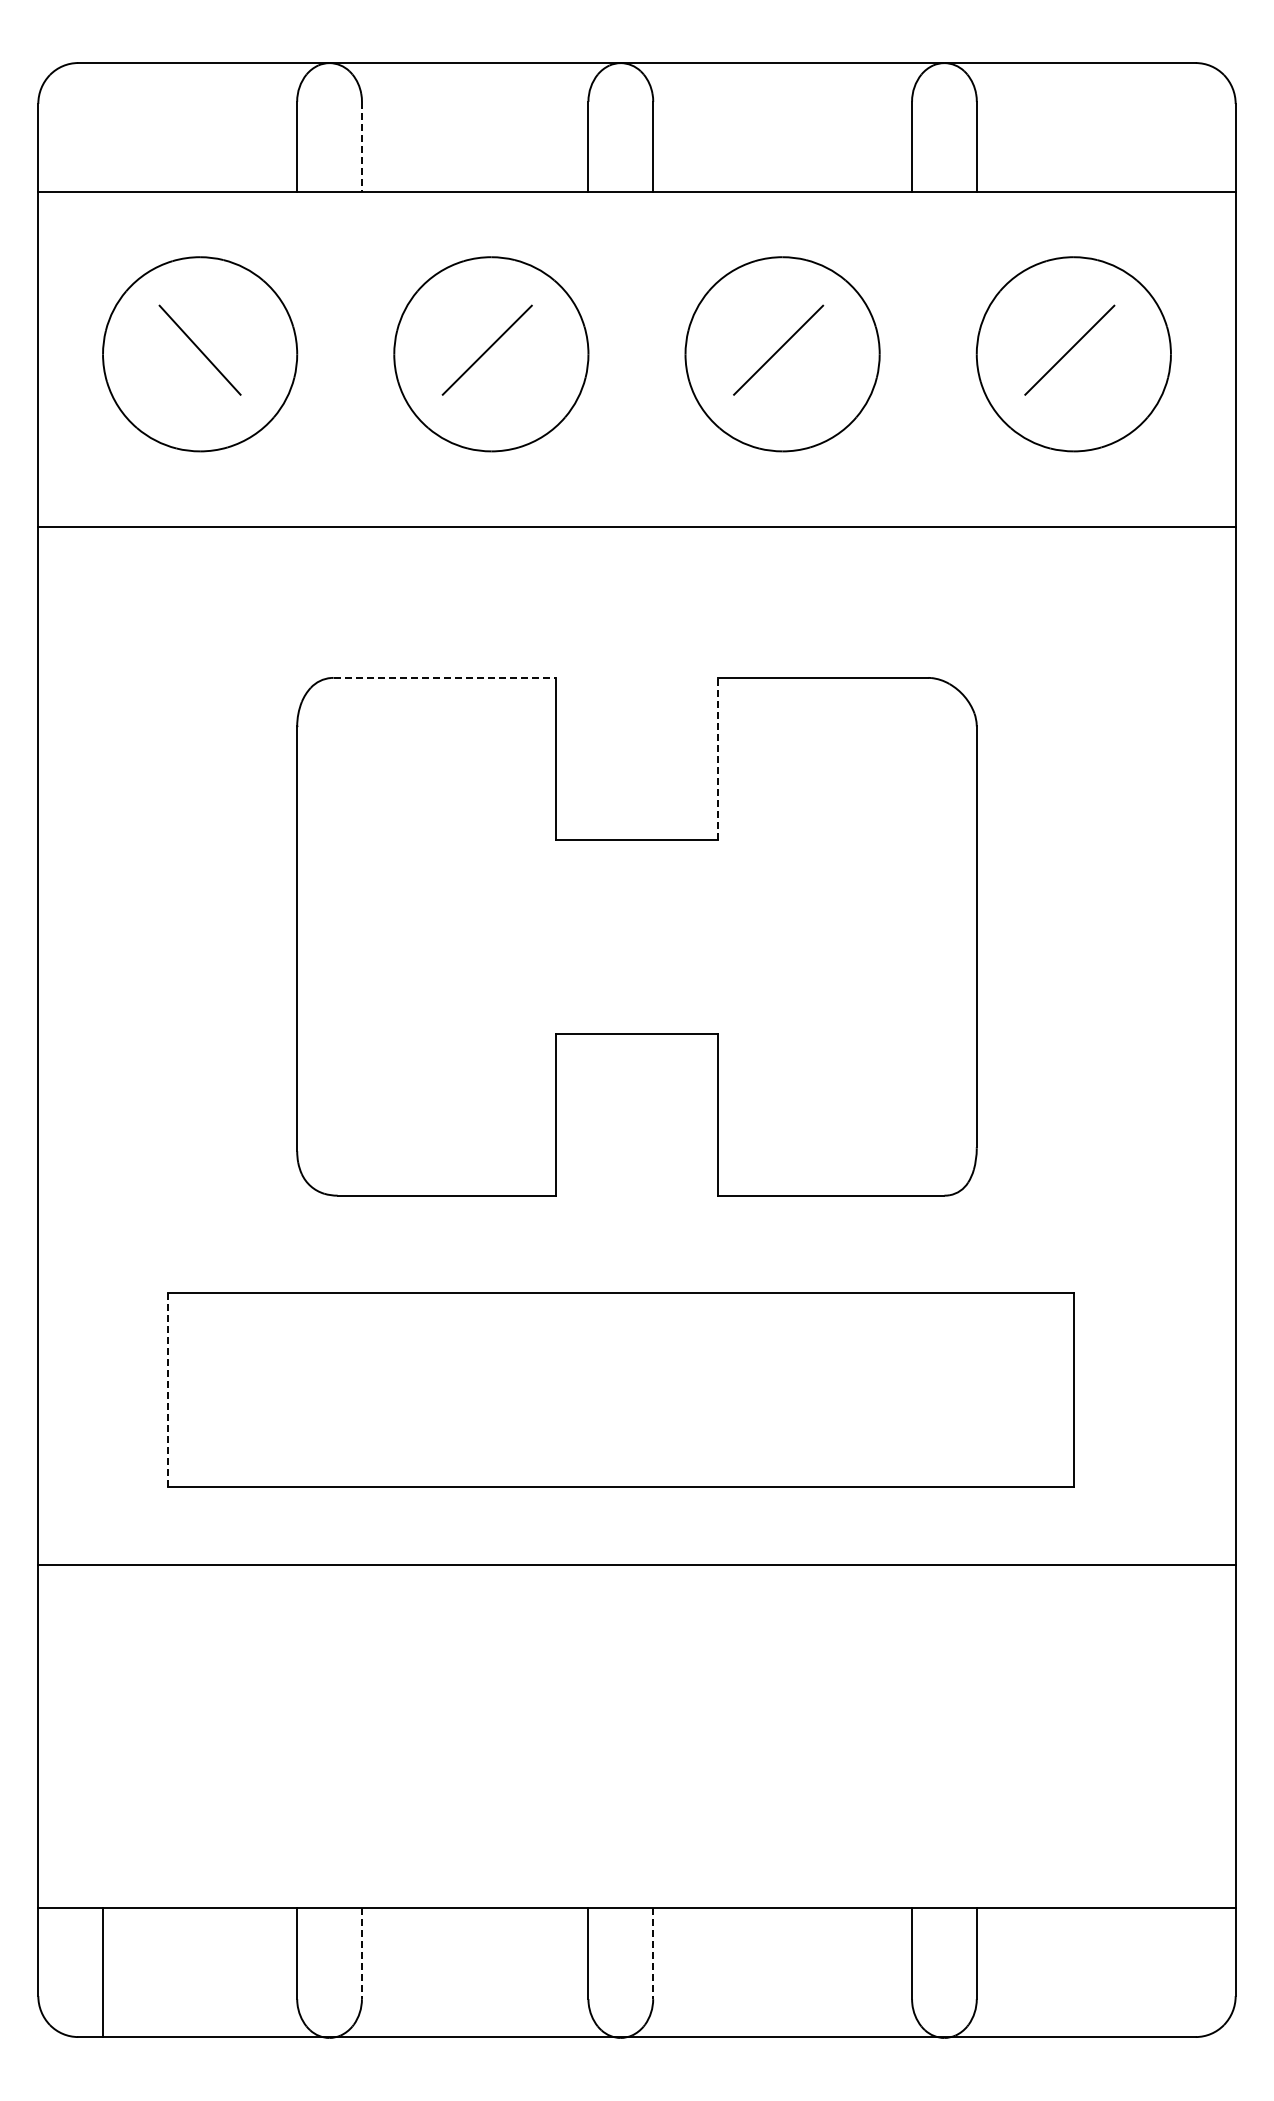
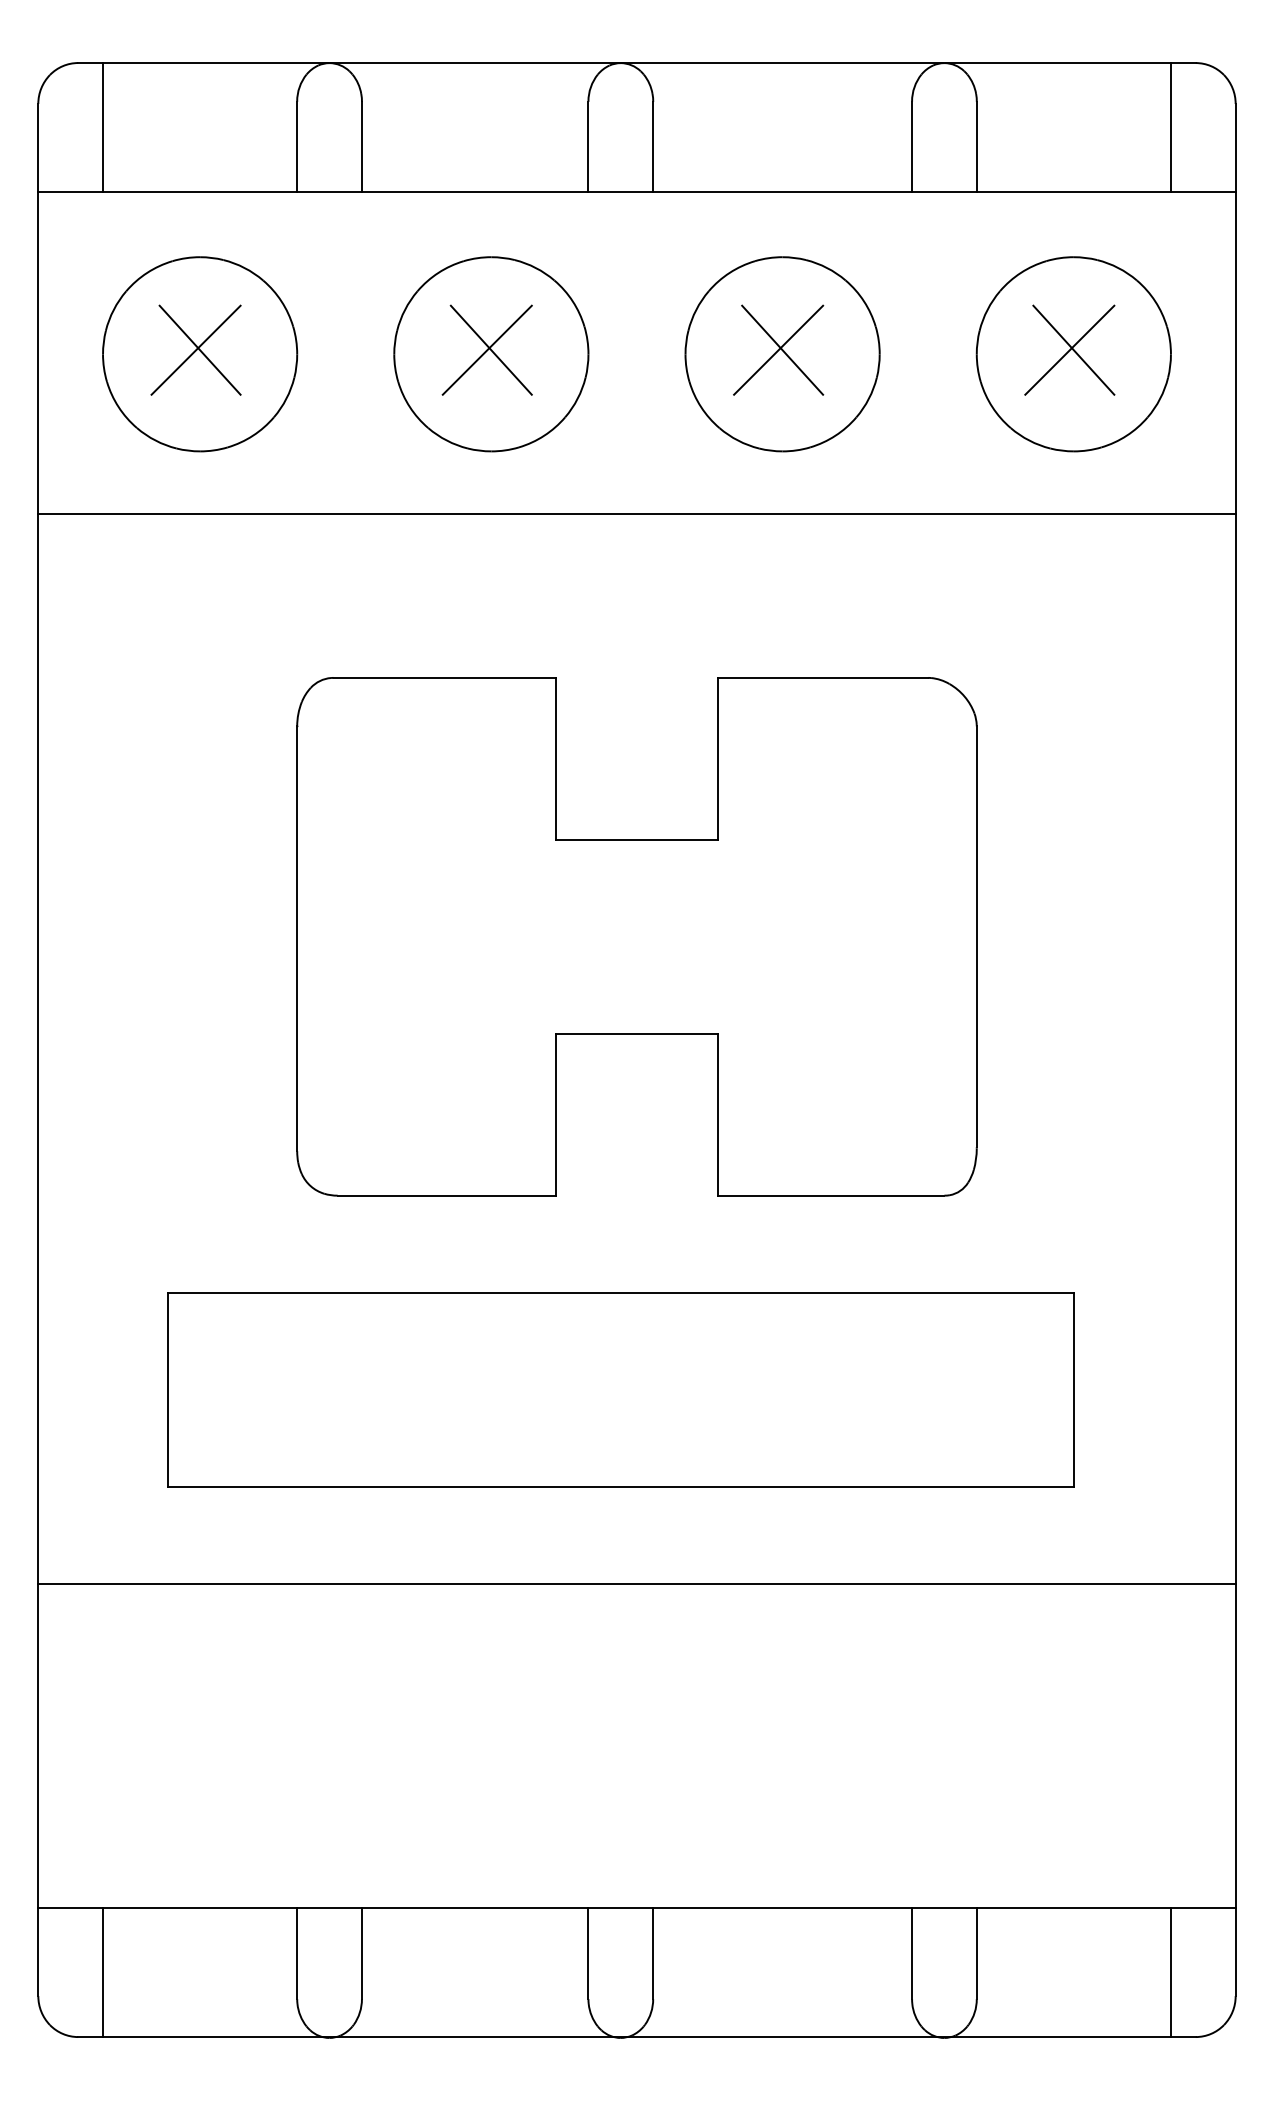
line at (103, 127): none -> present
line at (1170, 127): none -> present
line at (361, 147): dashed -> solid
line at (195, 349): none -> present
line at (490, 349): none -> present
line at (782, 349): none -> present
line at (1073, 349): none -> present
line at (636, 527) position: (636, 527) -> (636, 514)
line at (445, 677): dashed -> solid
line at (717, 758): dashed -> solid
line at (167, 1390): dashed -> solid
line at (636, 1565) position: (636, 1565) -> (636, 1584)
line at (361, 1953): dashed -> solid
line at (653, 1953): dashed -> solid
line at (1170, 1972): none -> present
